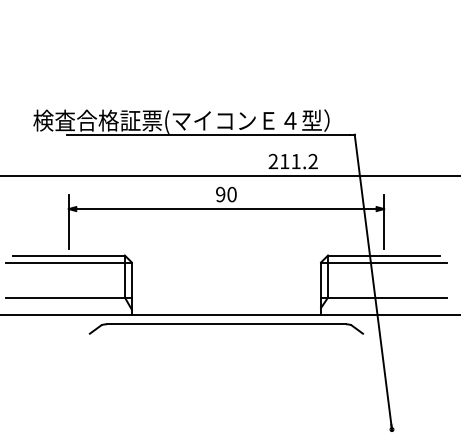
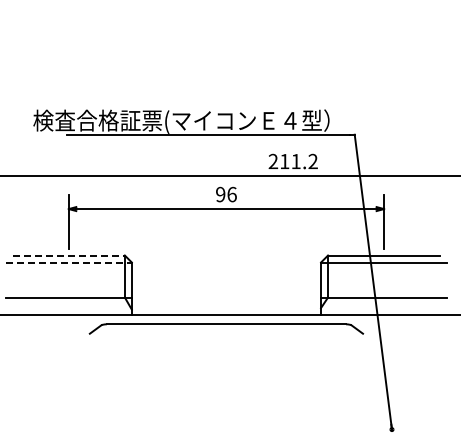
text at (231, 194): 90 -> 96
line at (69, 255): solid -> dashed
line at (69, 262): solid -> dashed
